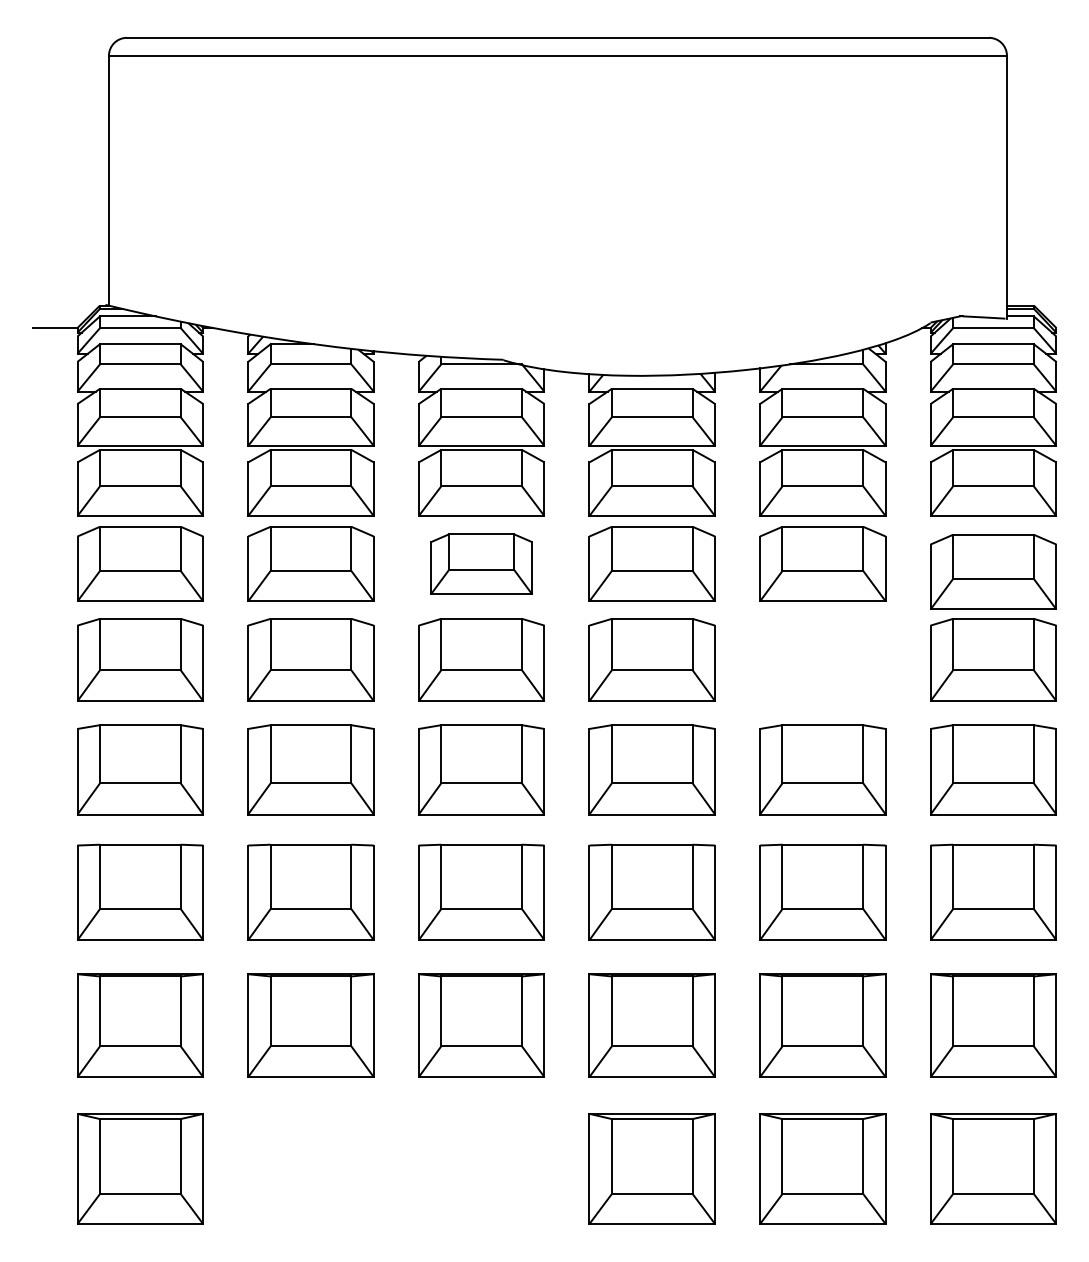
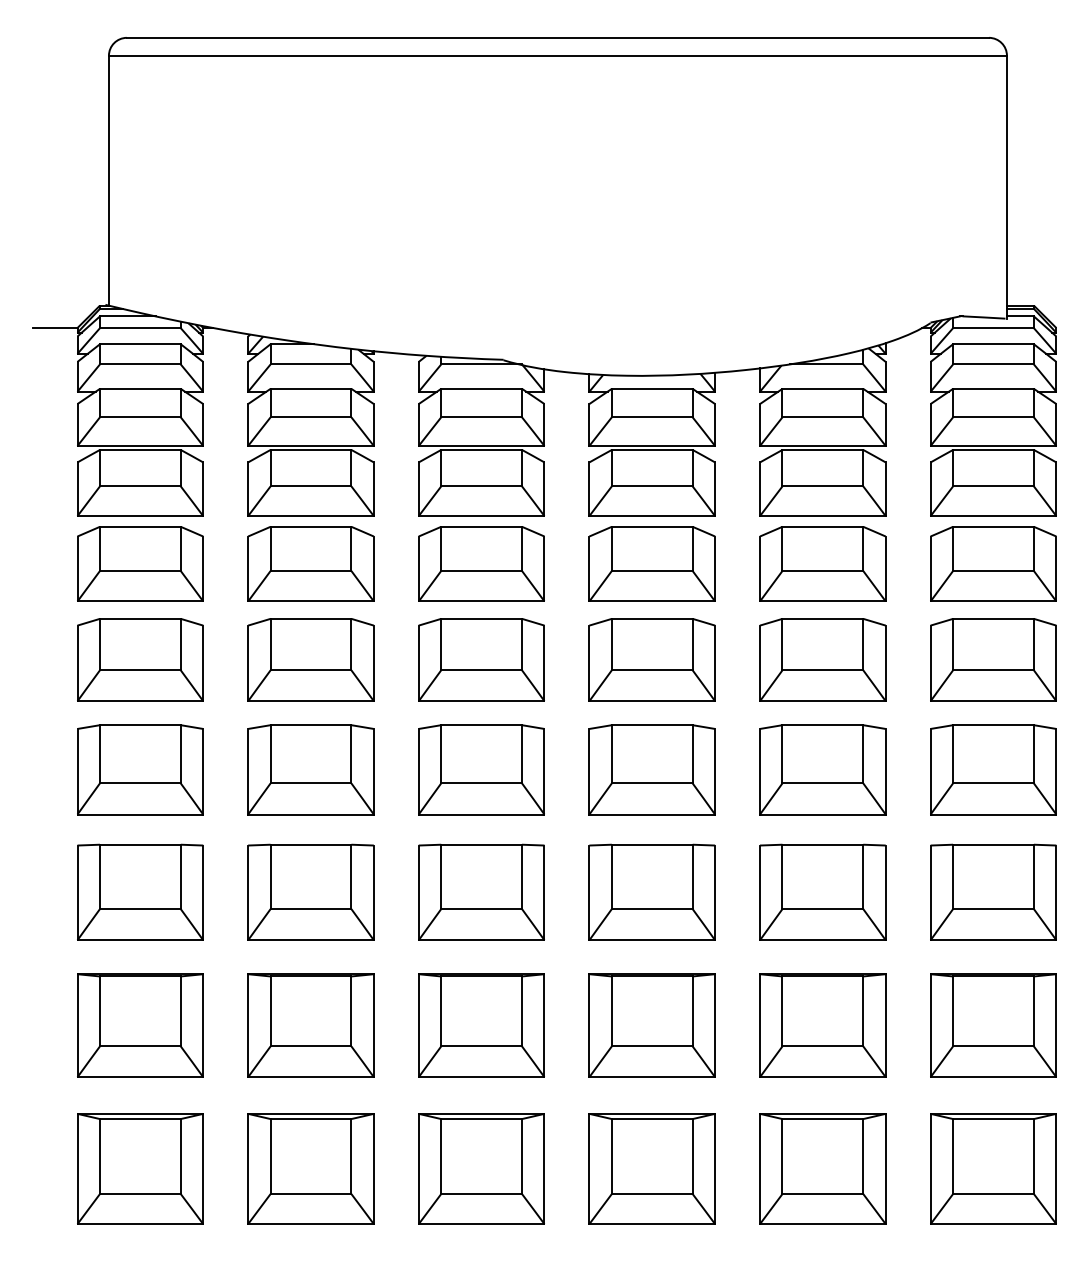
part at (481, 563) size: 103x62 px -> 127x76 px
part at (993, 571) position: (993, 571) -> (993, 563)
part at (822, 659): none -> present
part at (310, 1168): none -> present
part at (481, 1168): none -> present
